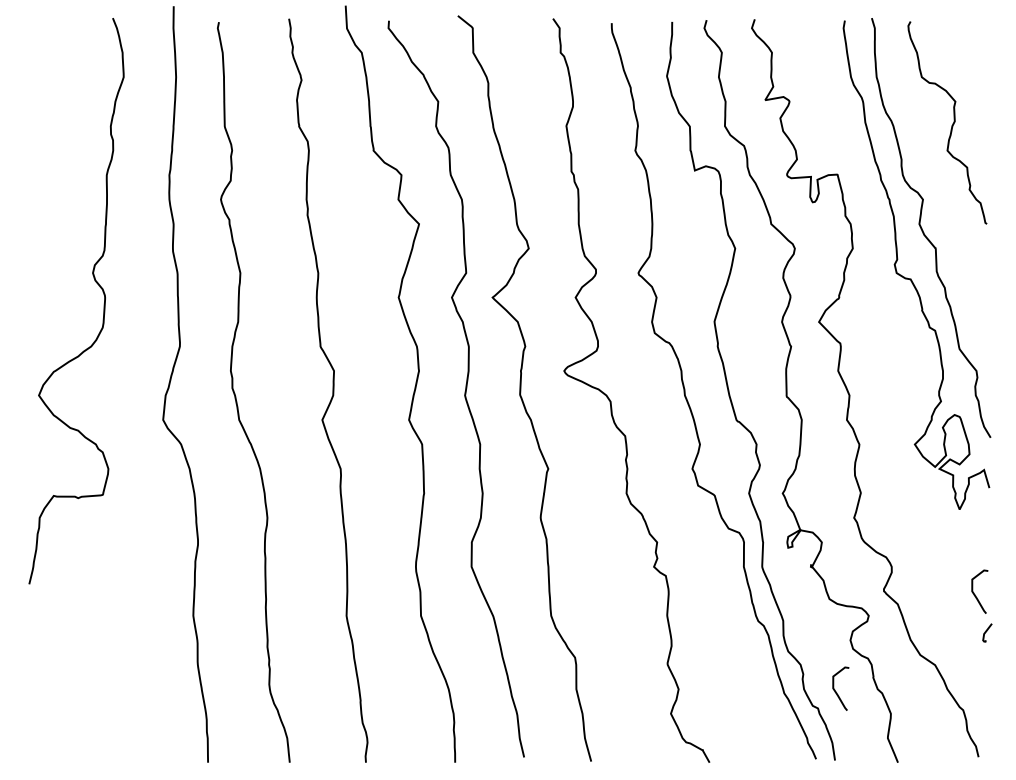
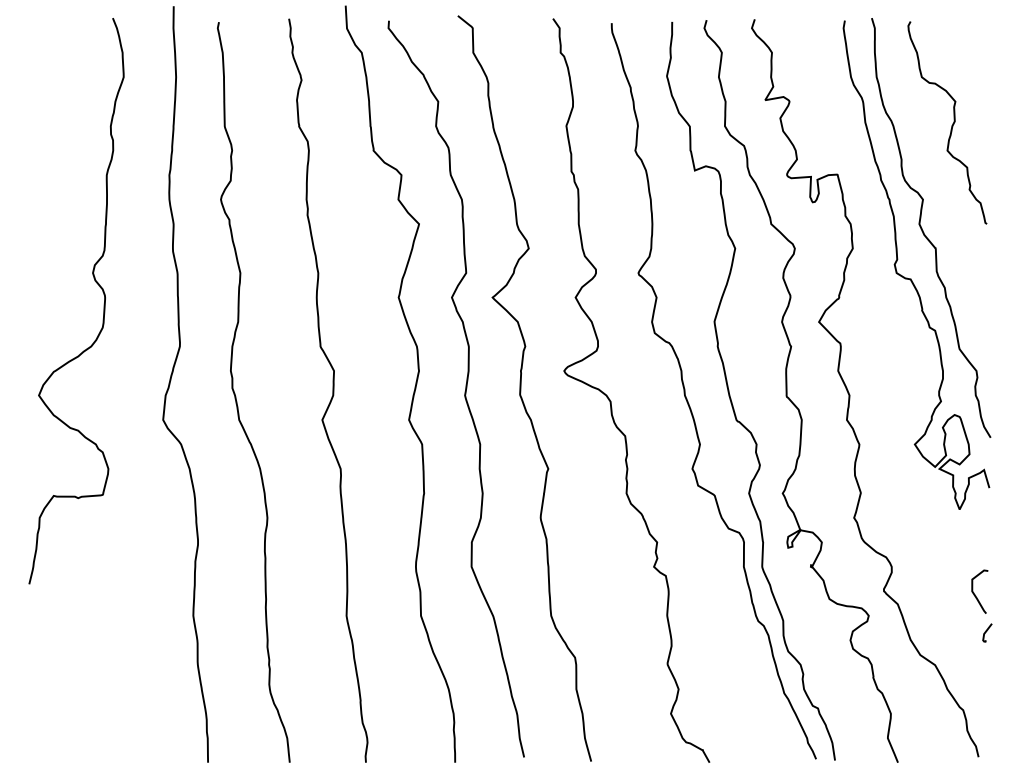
curve at (836, 691): present -> none
